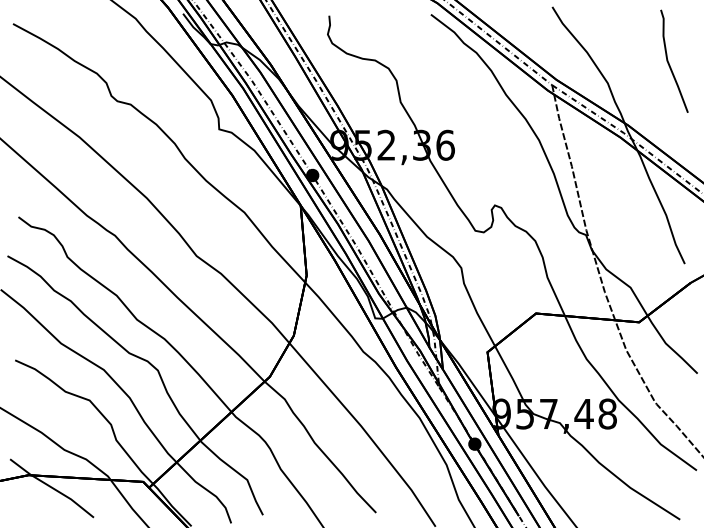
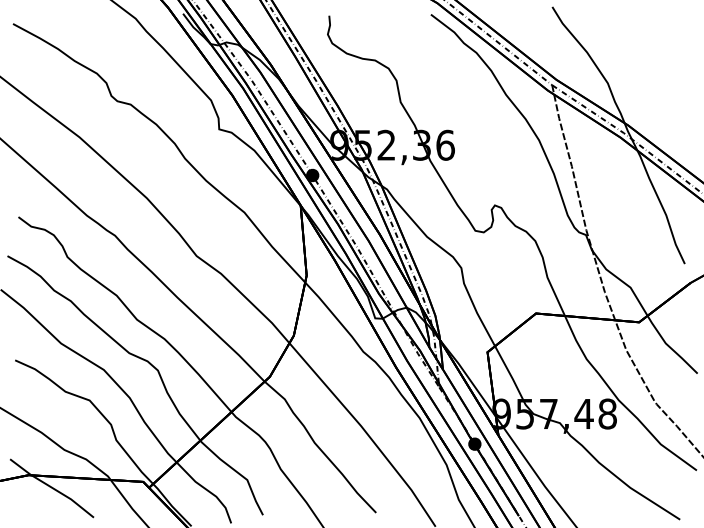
curve at (669, 62): present -> none
